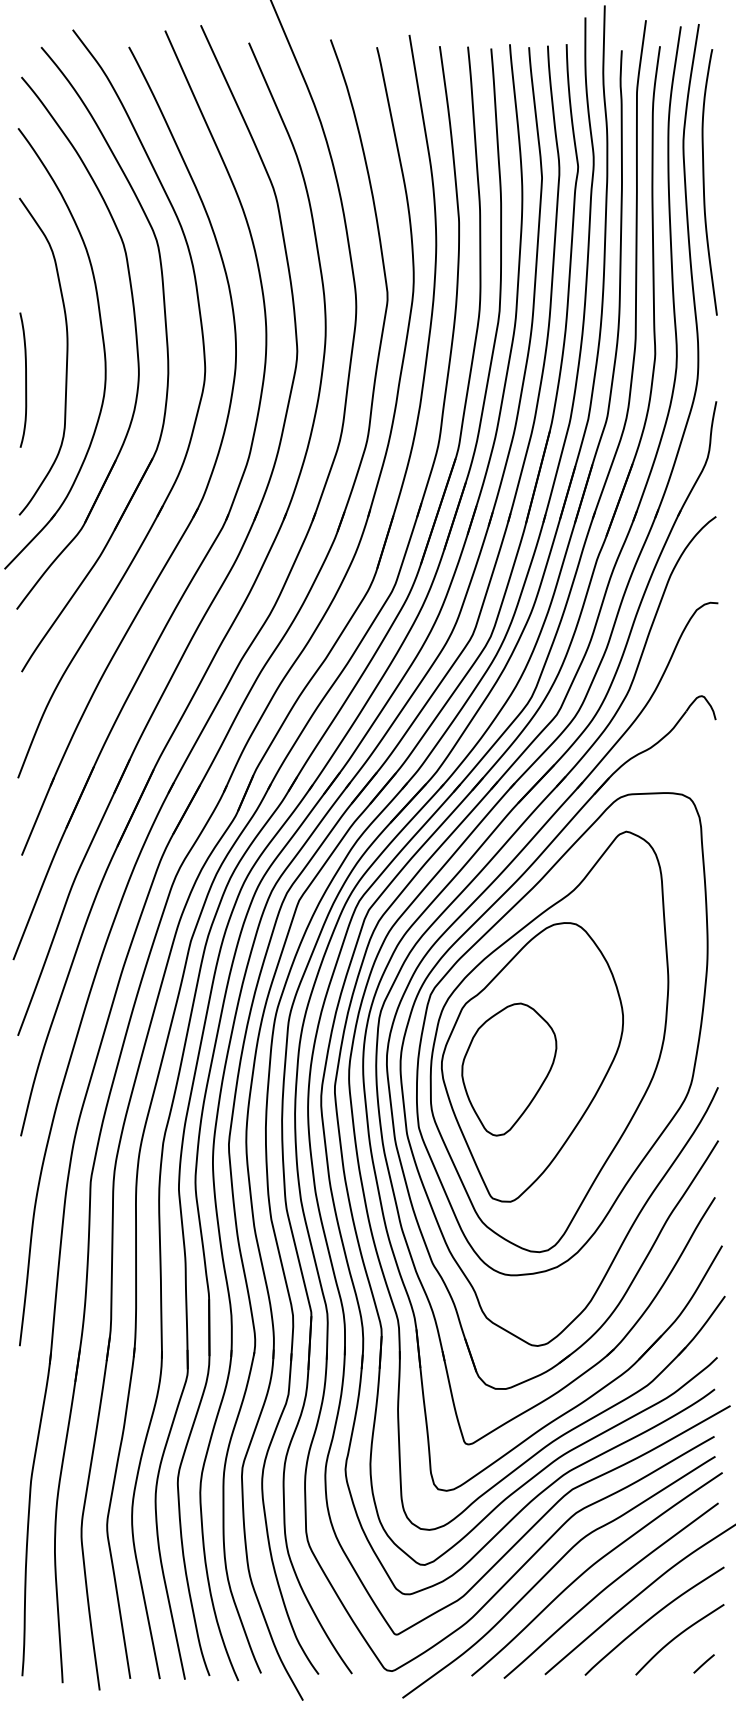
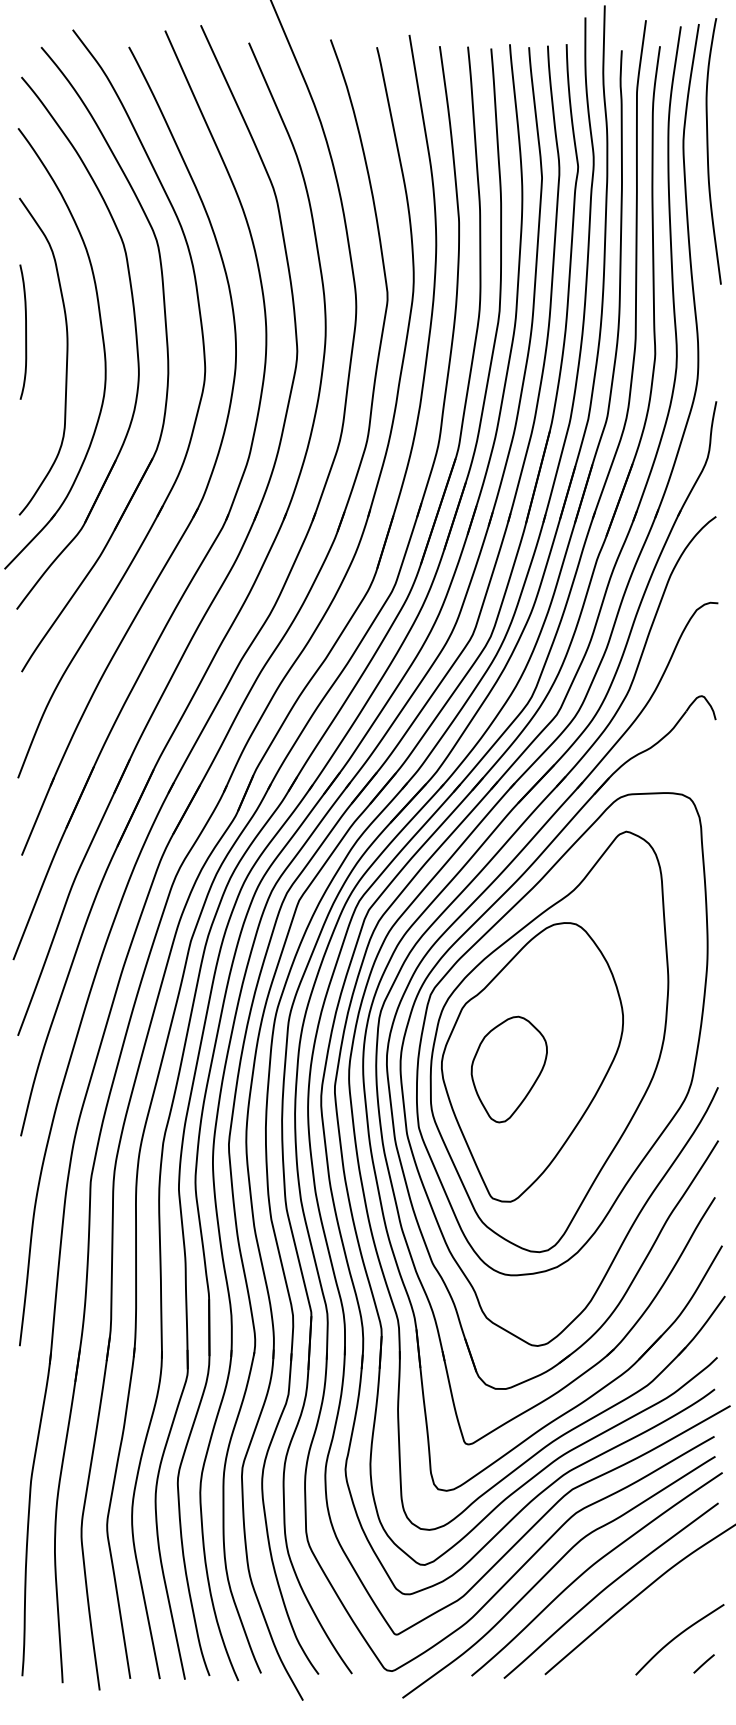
curve at (704, 182) position: (704, 182) -> (708, 151)
curve at (25, 379) position: (25, 379) -> (25, 331)
part at (509, 1069) size: 97x135 px -> 78x109 px
curve at (652, 1618): present -> none
